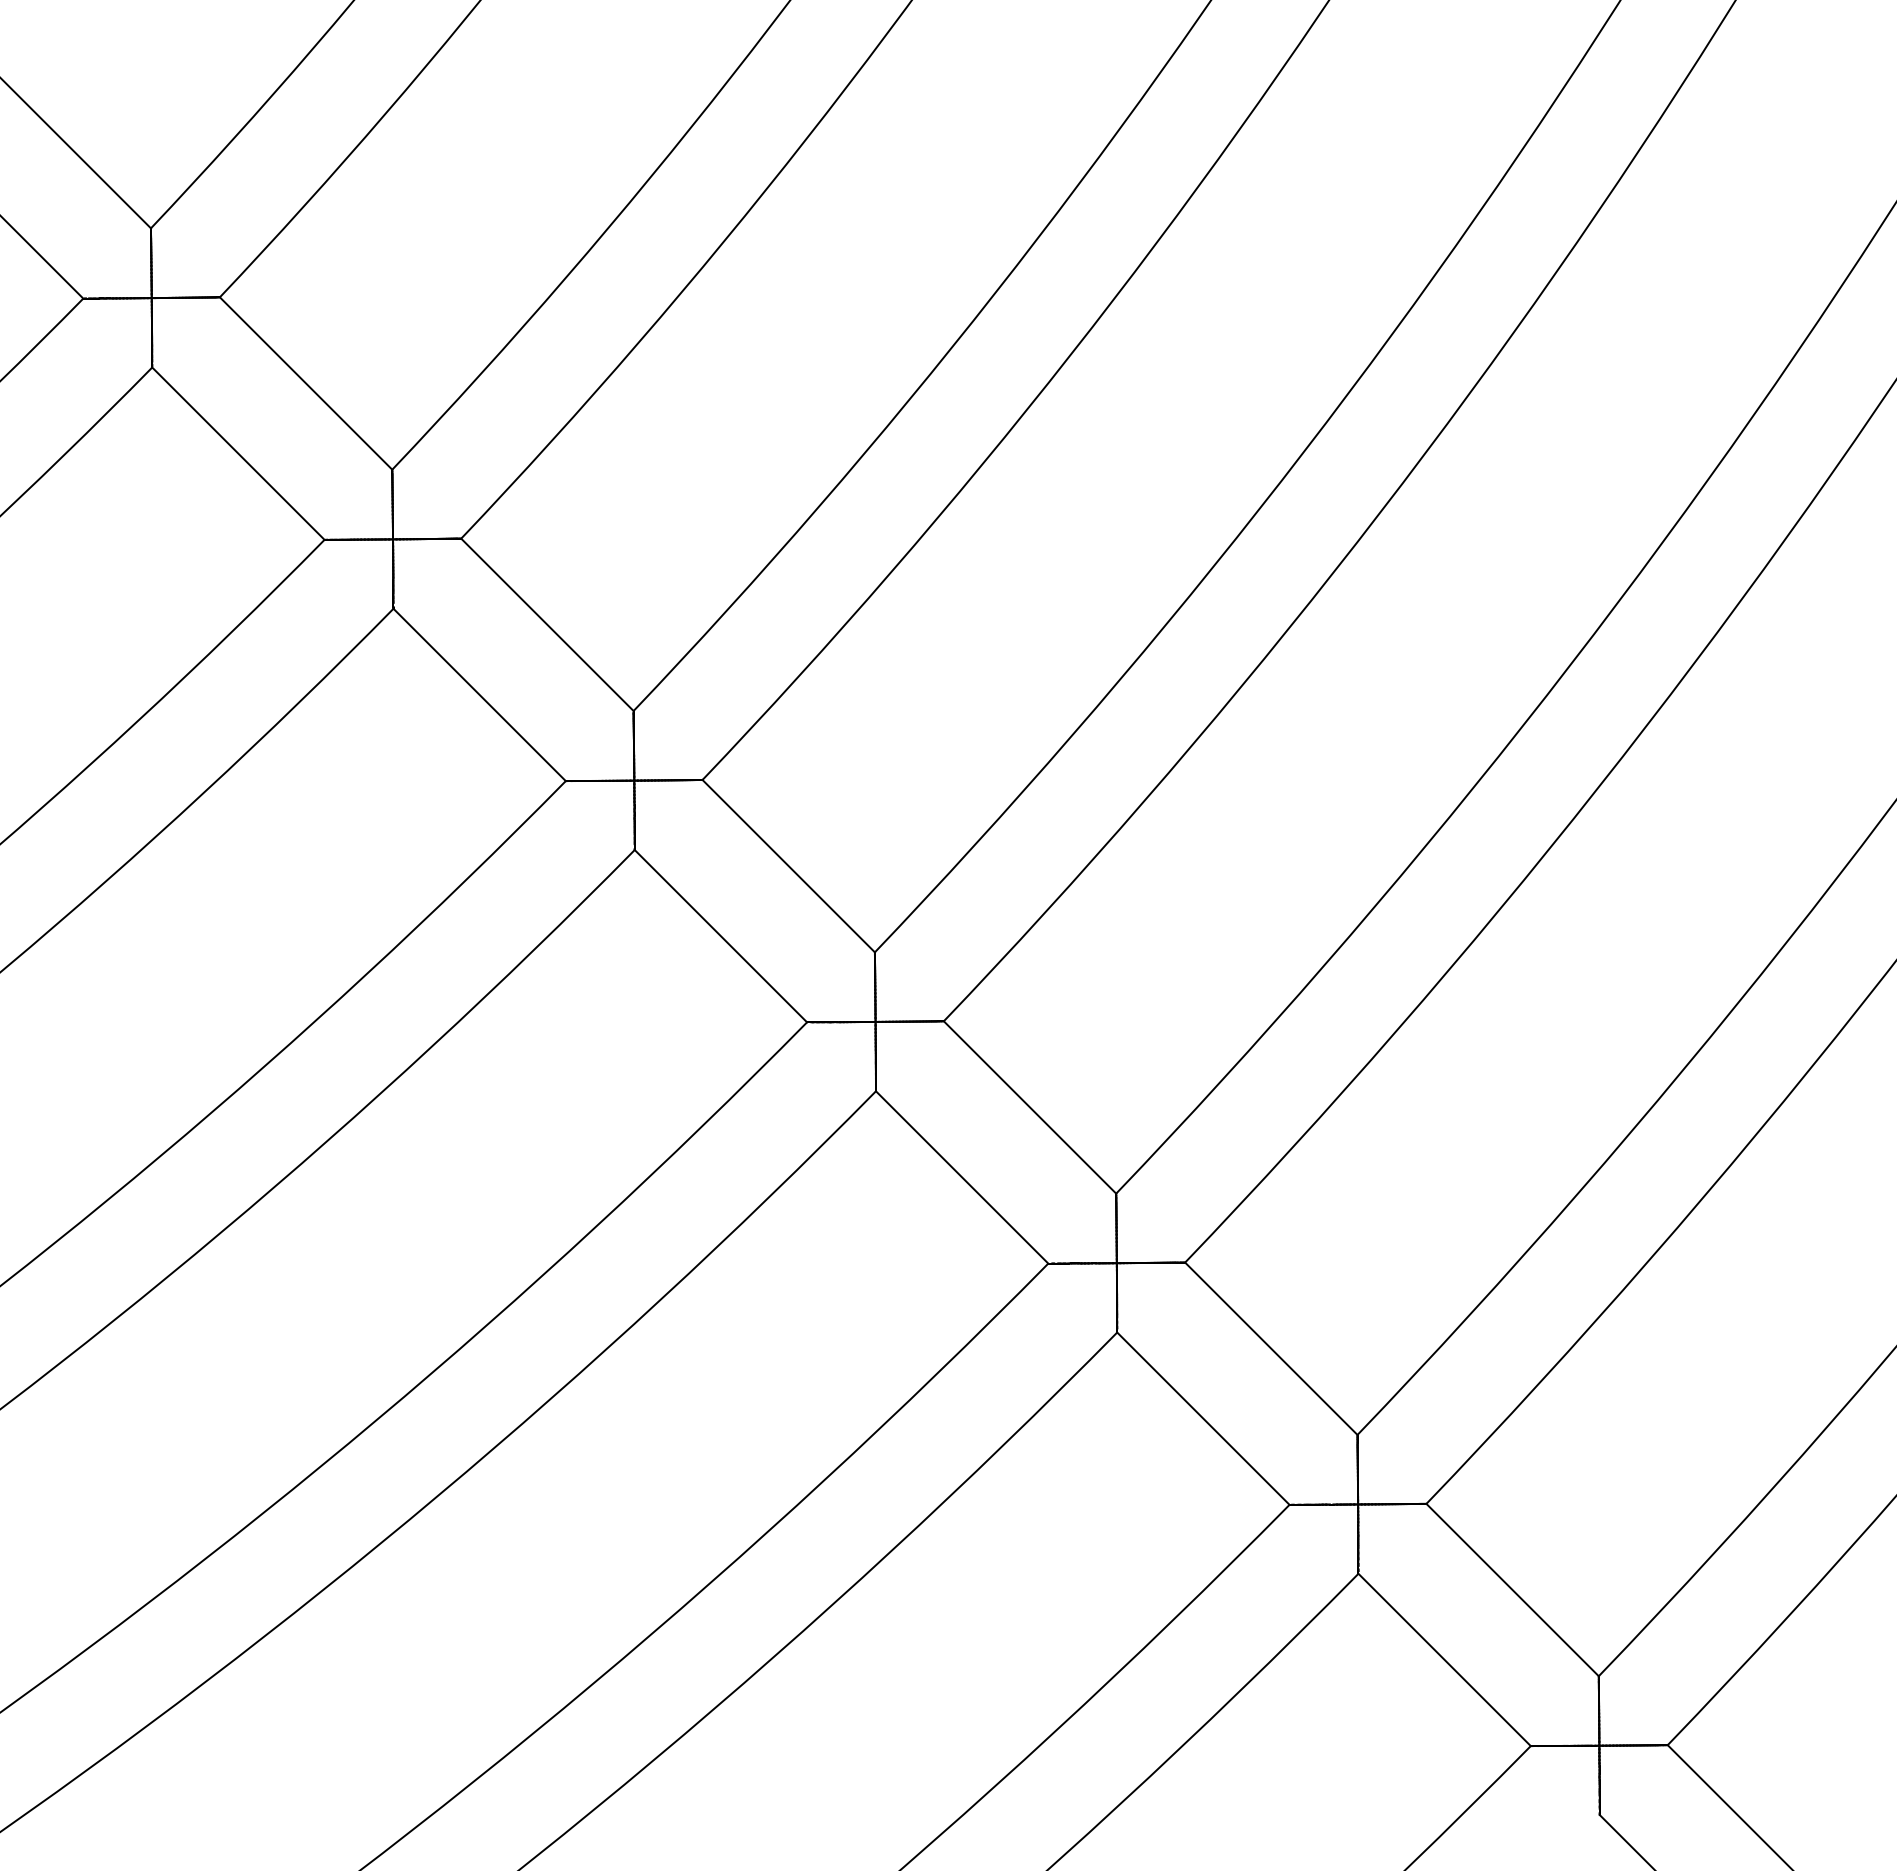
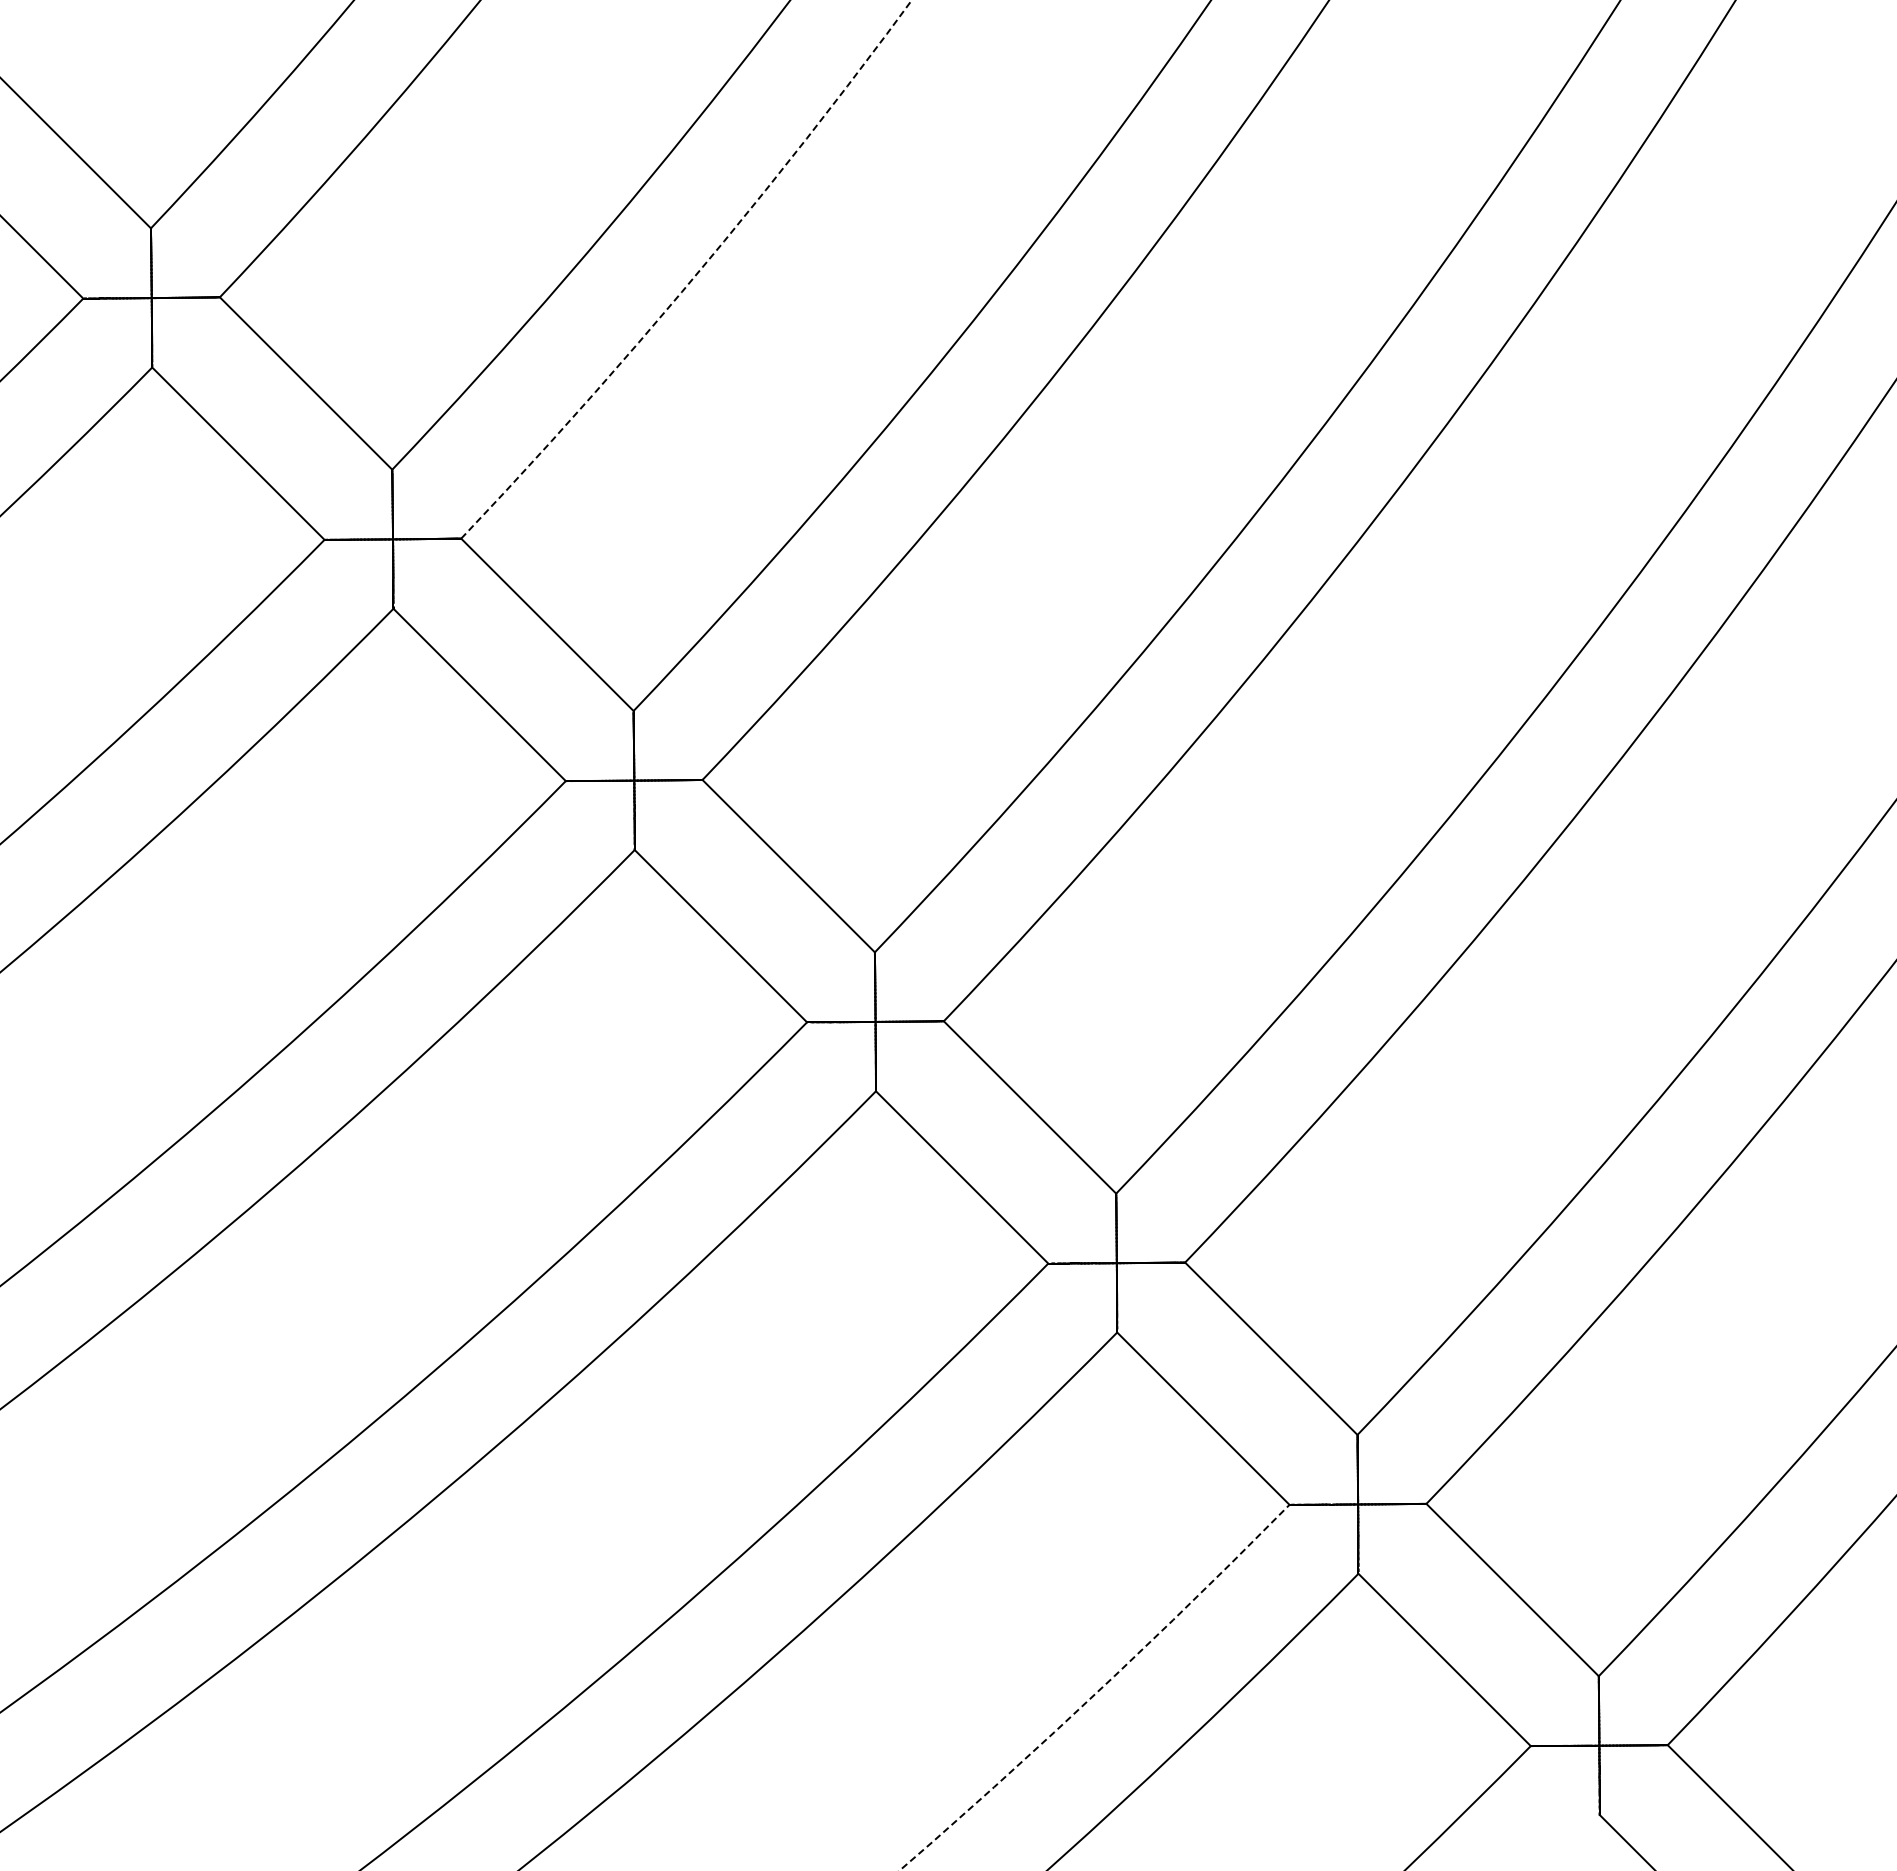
arc at (695, 276): solid -> dashed
arc at (1098, 1691): solid -> dashed
